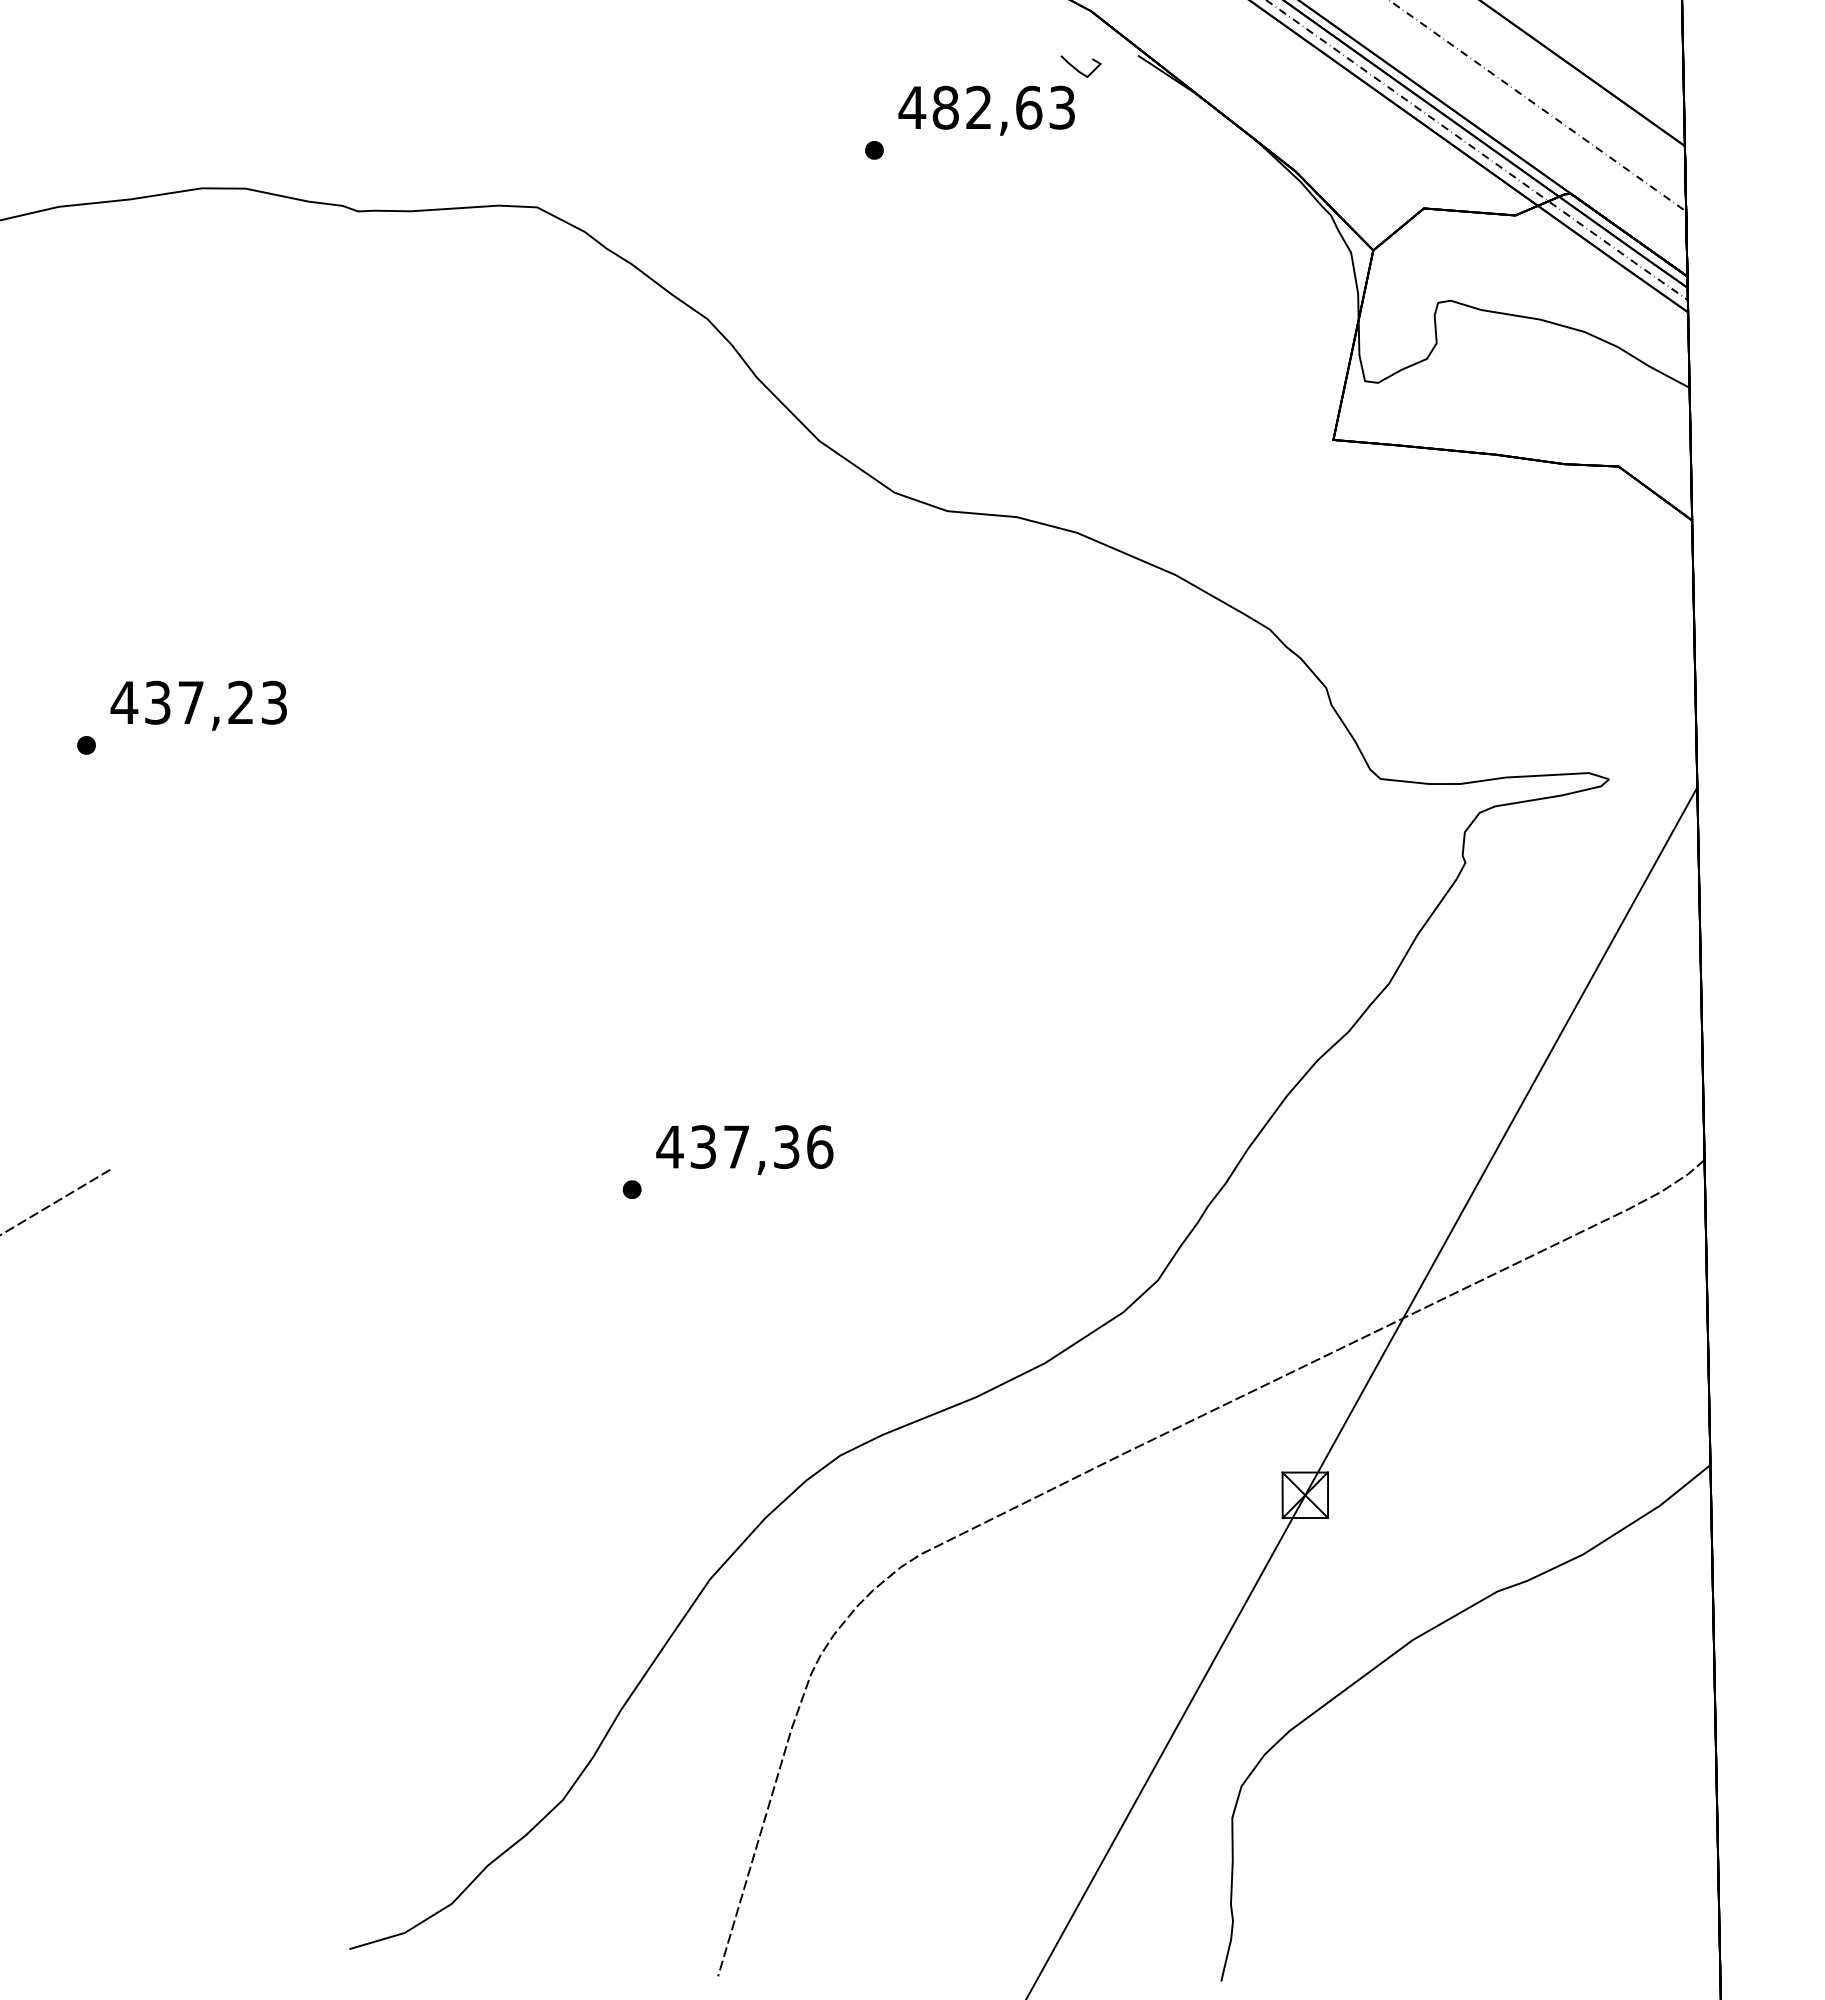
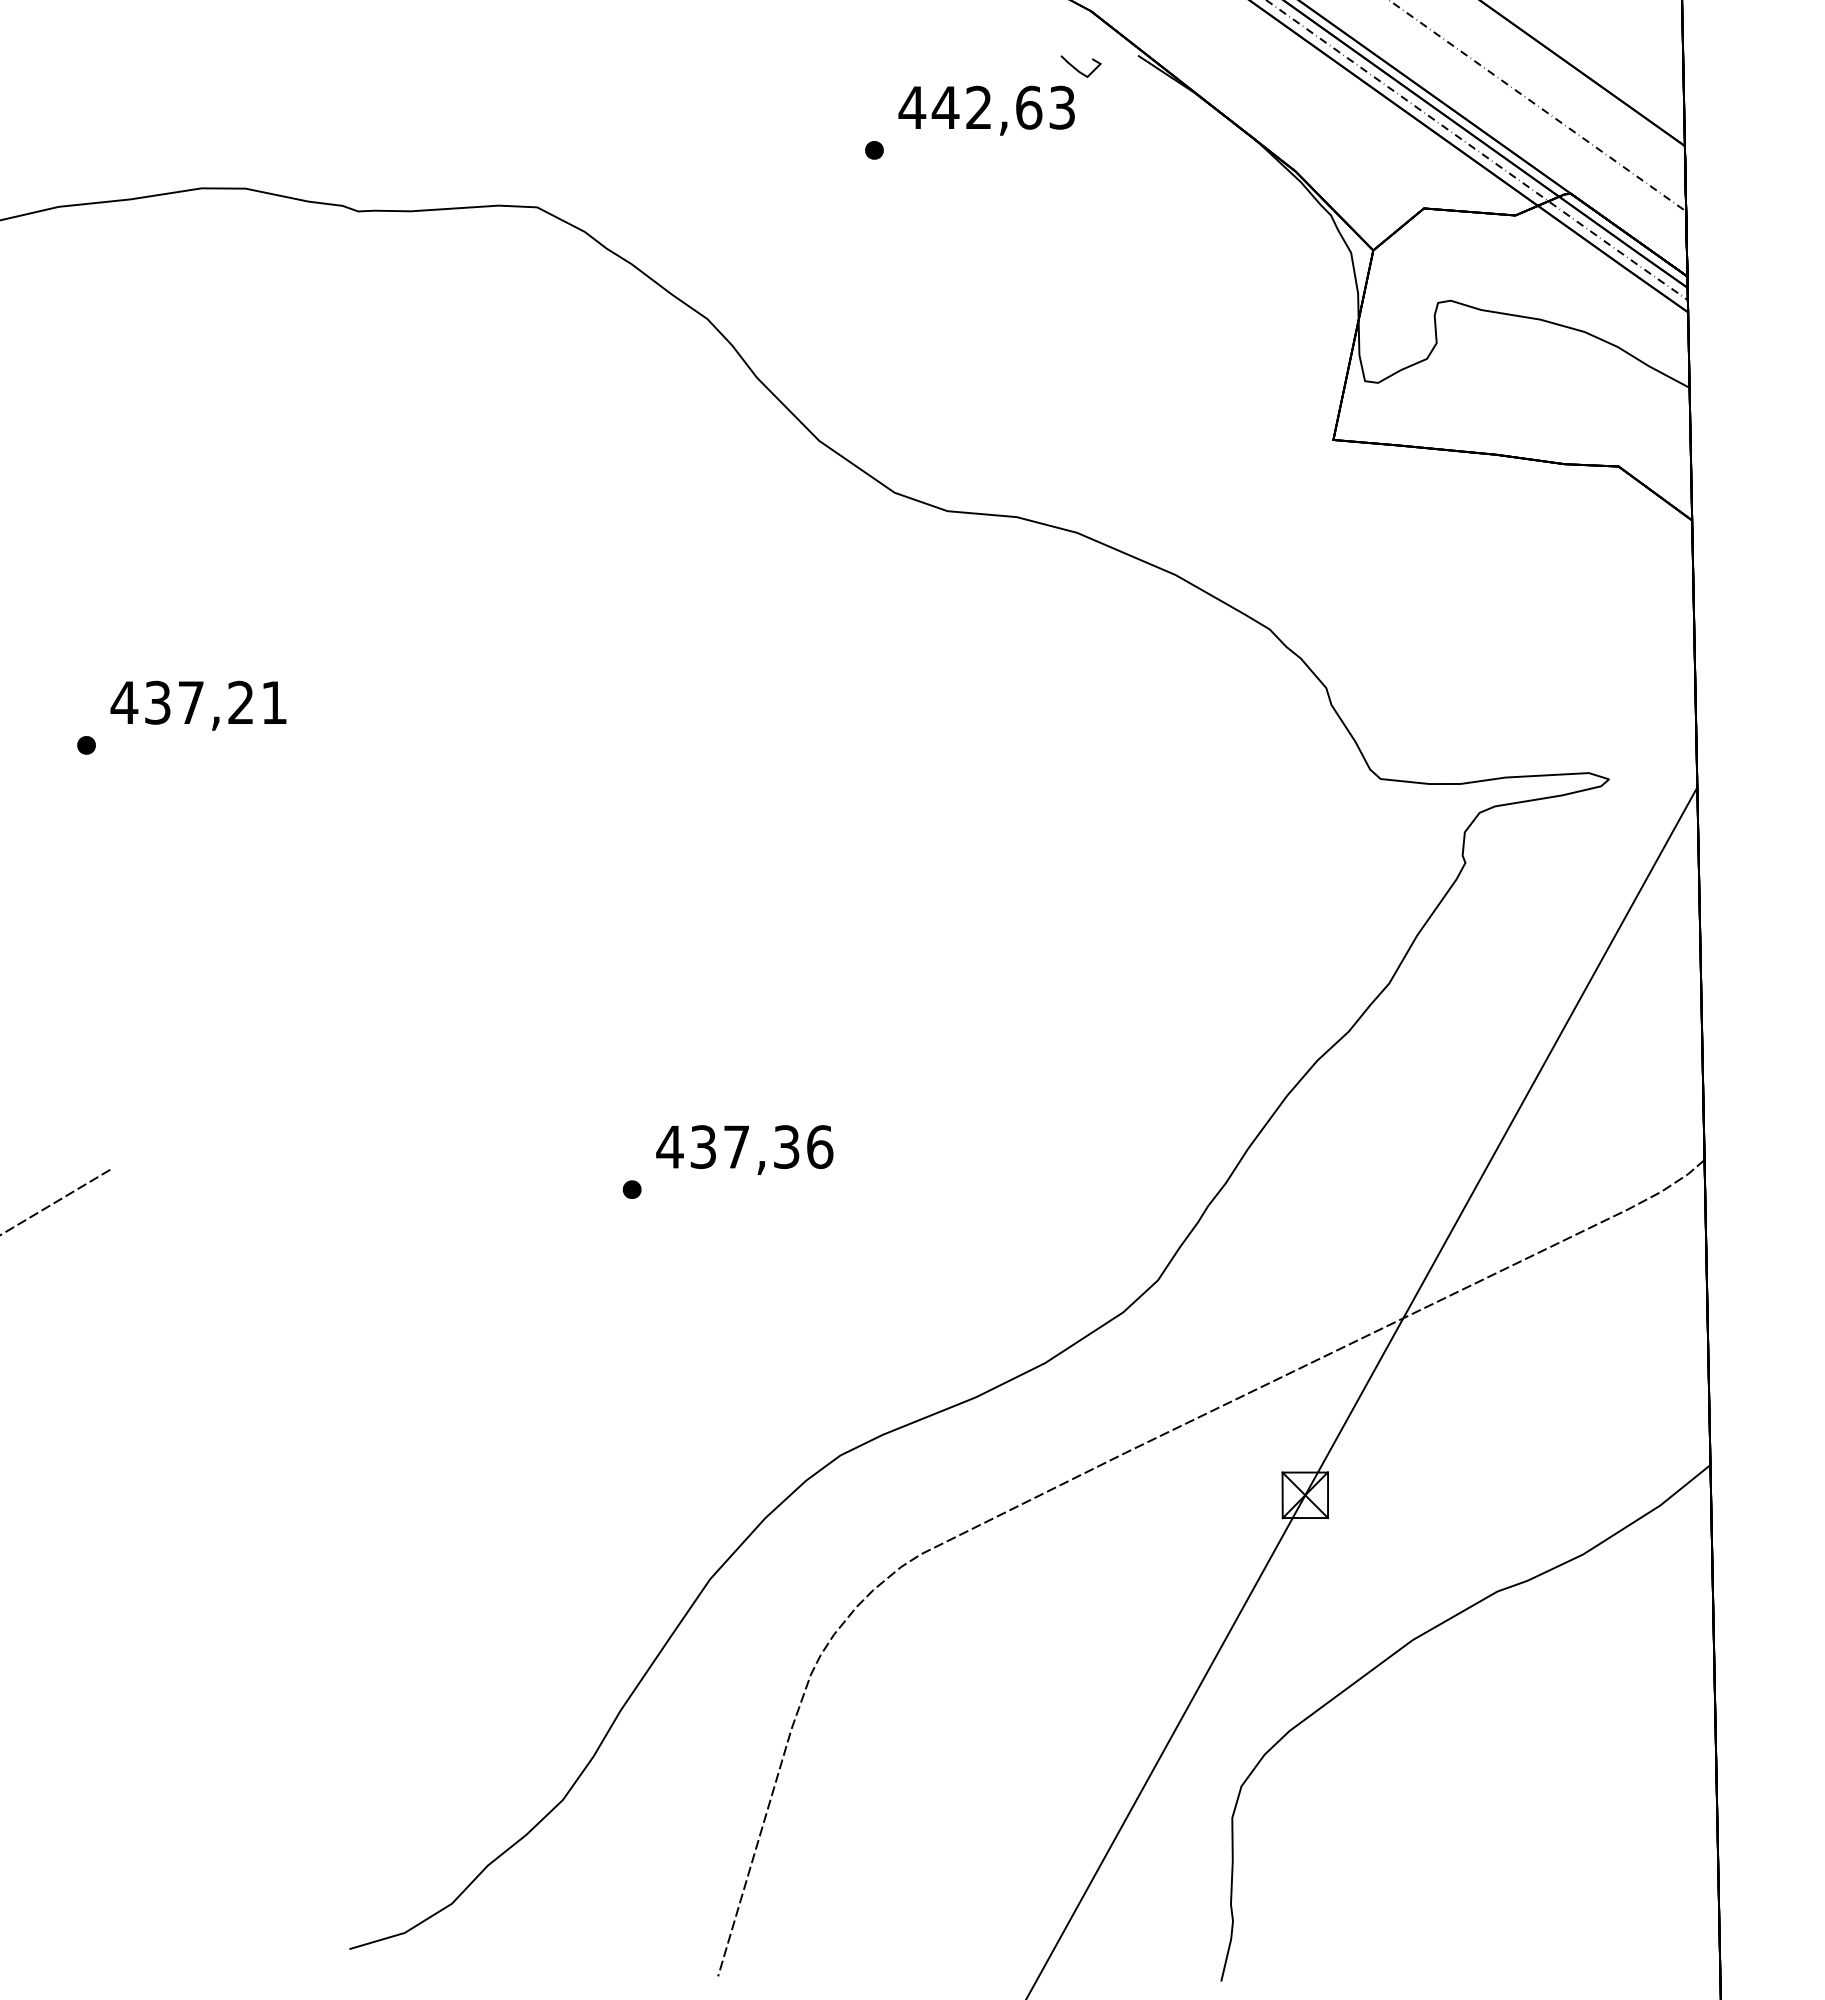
text at (945, 107): 482,63 -> 442,63
text at (273, 702): 437,23 -> 437,21
